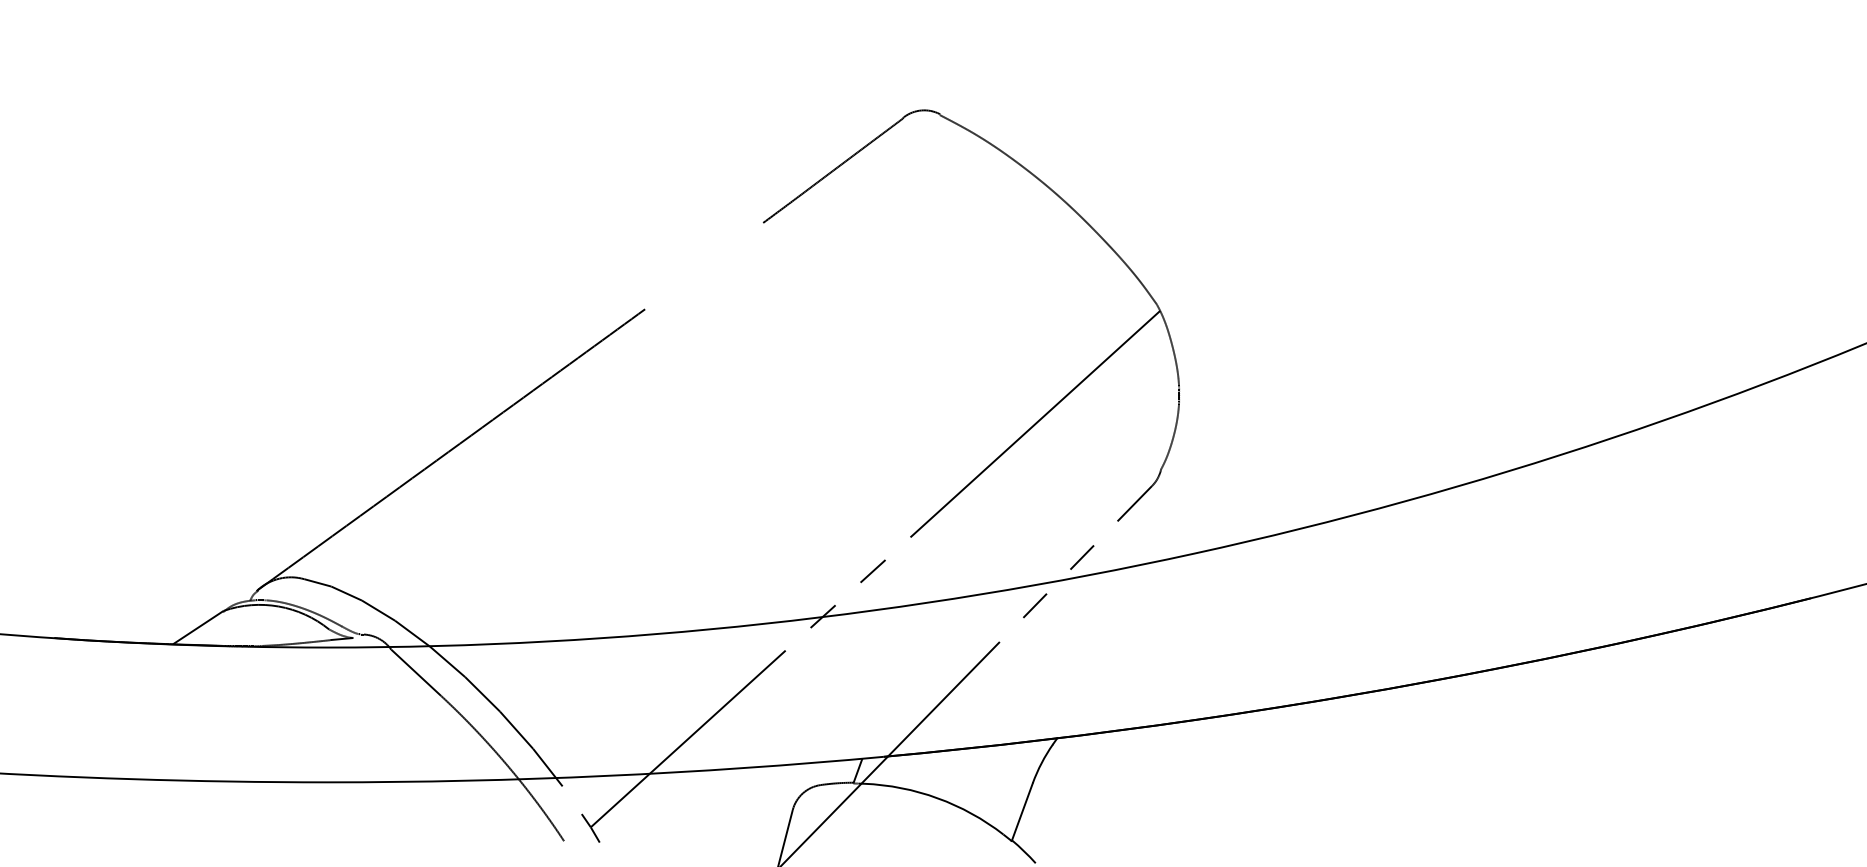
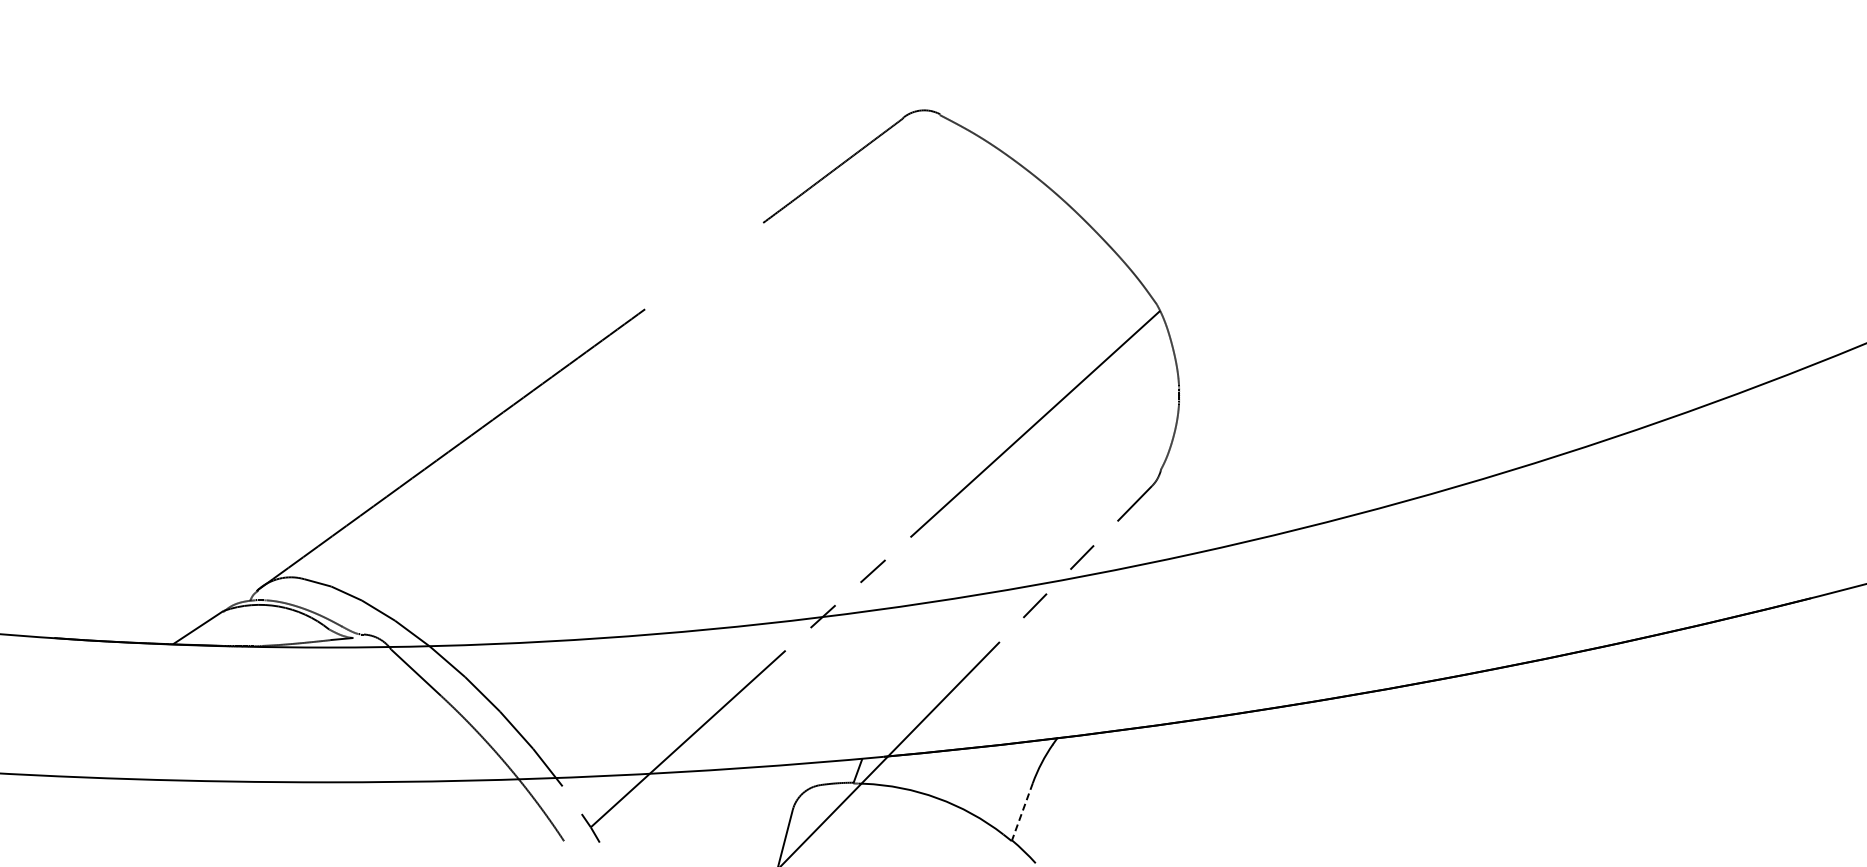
line at (1022, 812): solid -> dashed
